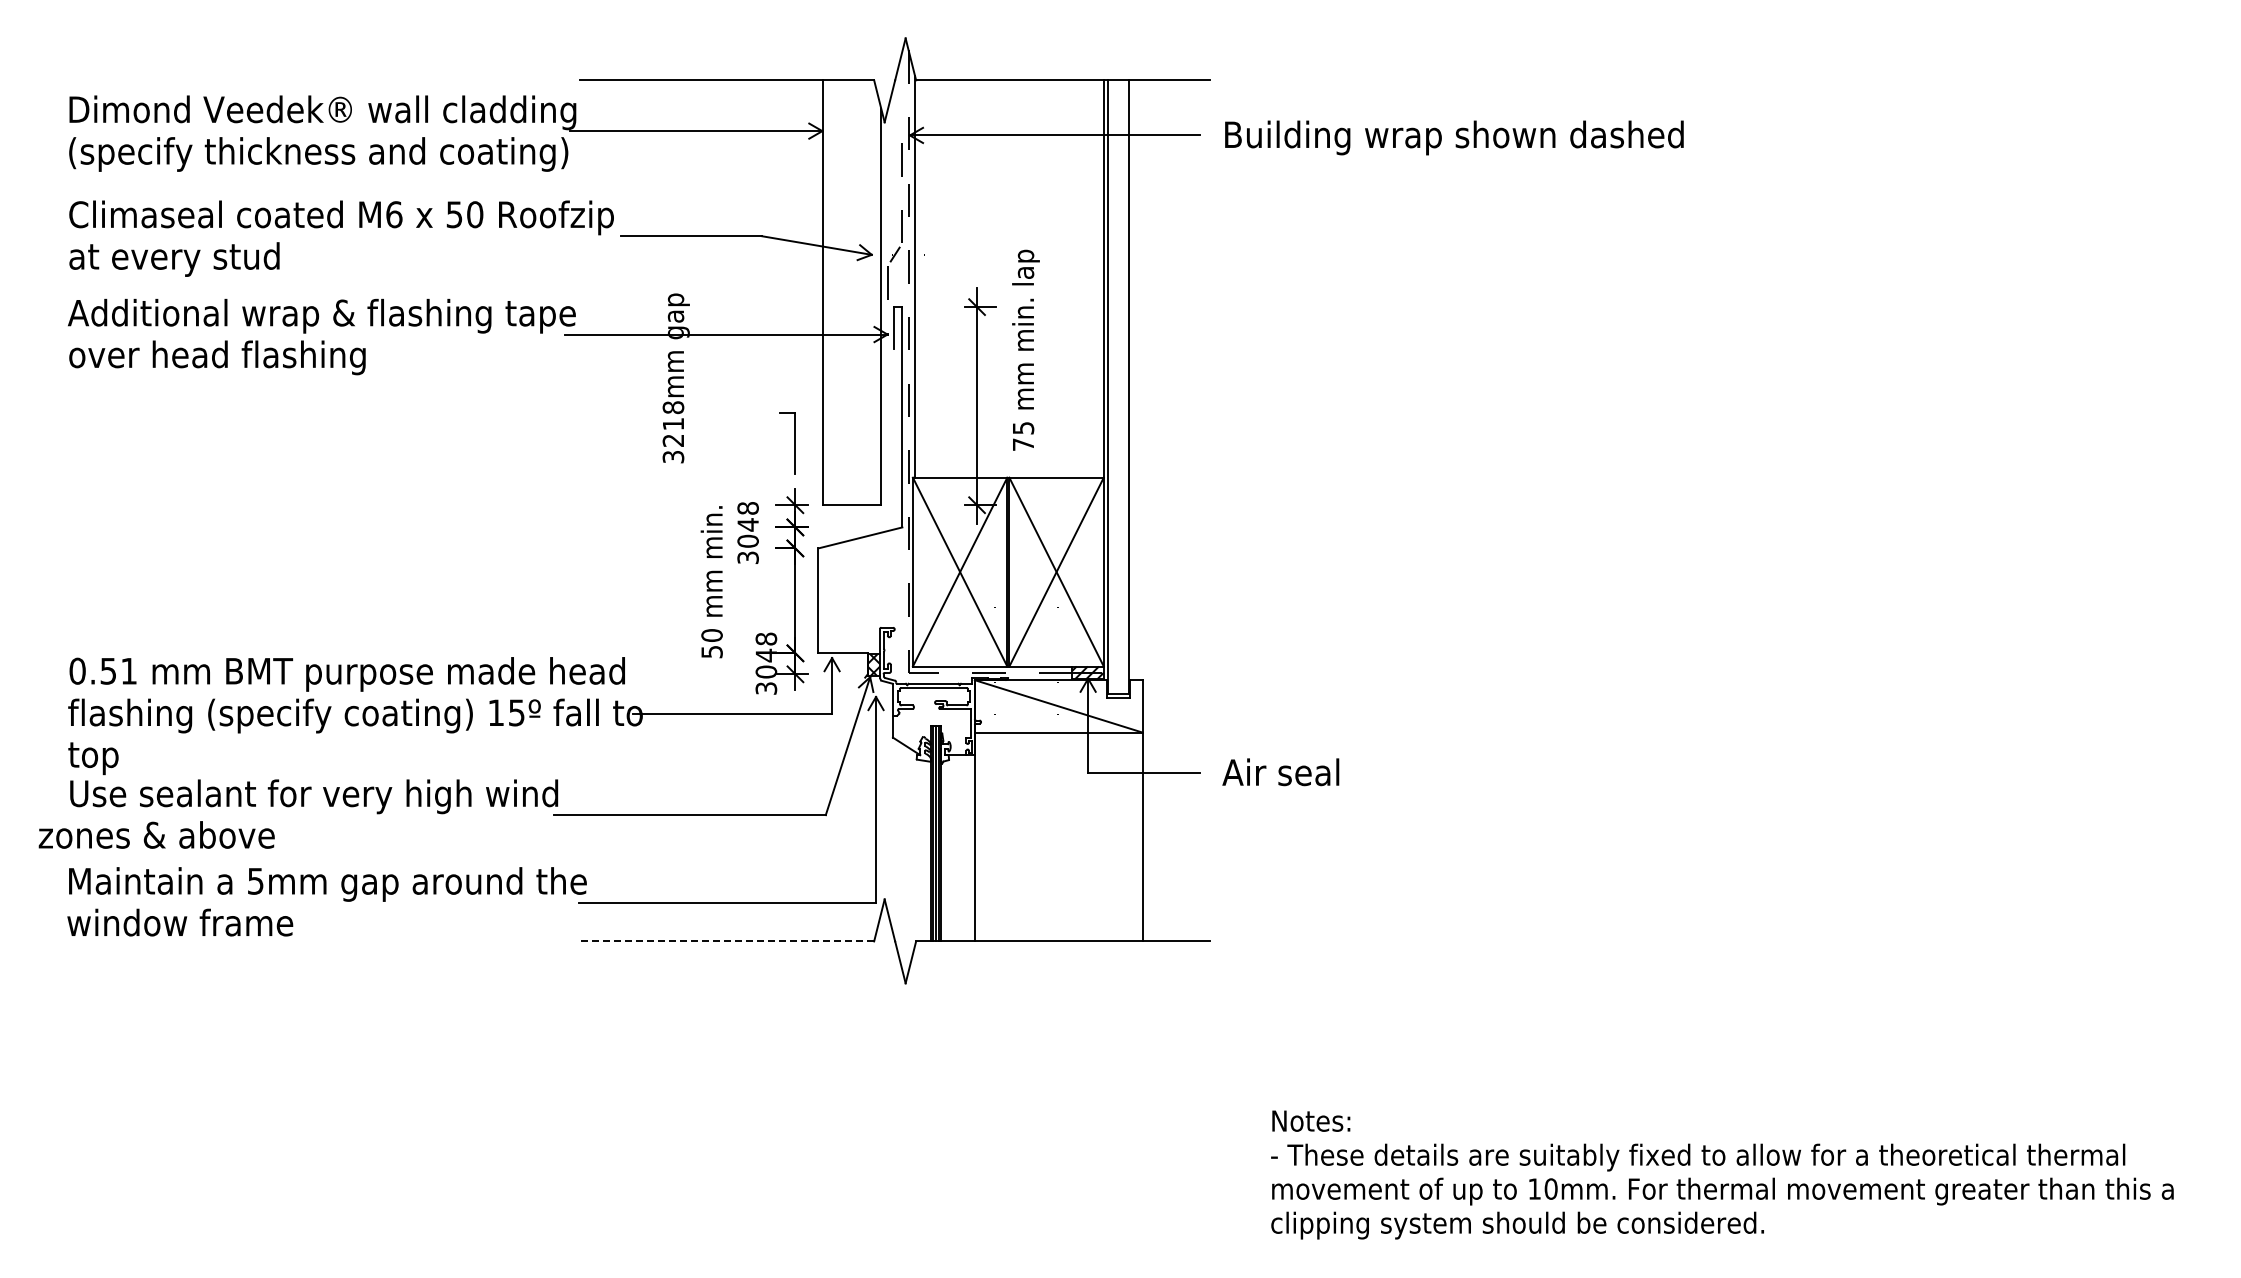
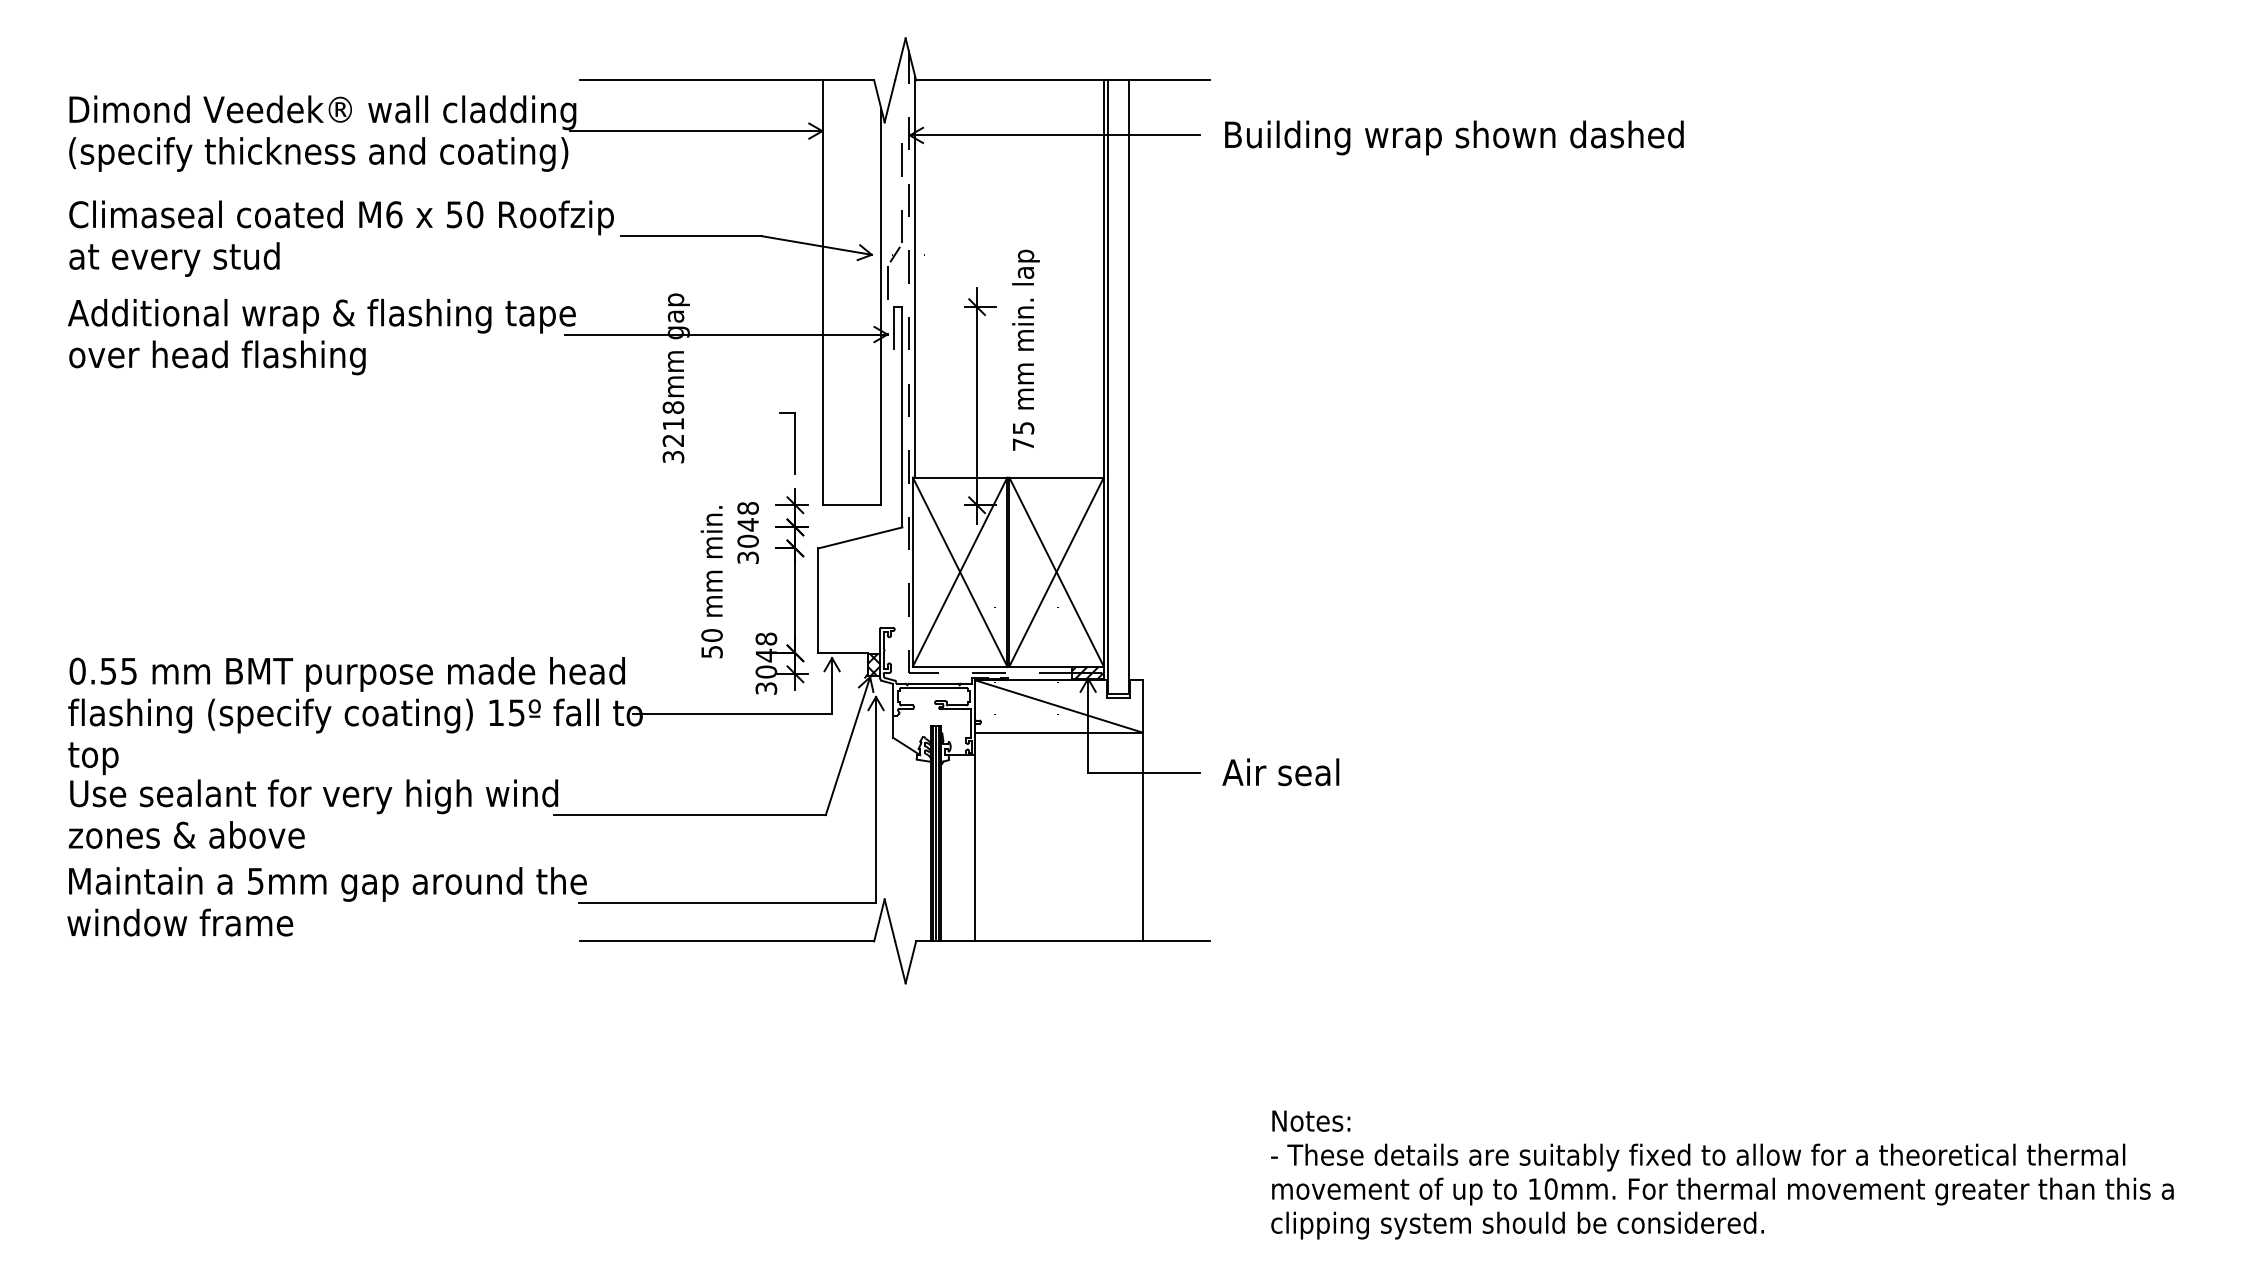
text at (128, 671): 0.51 -> 0.55
text at (156, 834) position: (156, 834) -> (186, 834)
line at (727, 941): dashed -> solid
